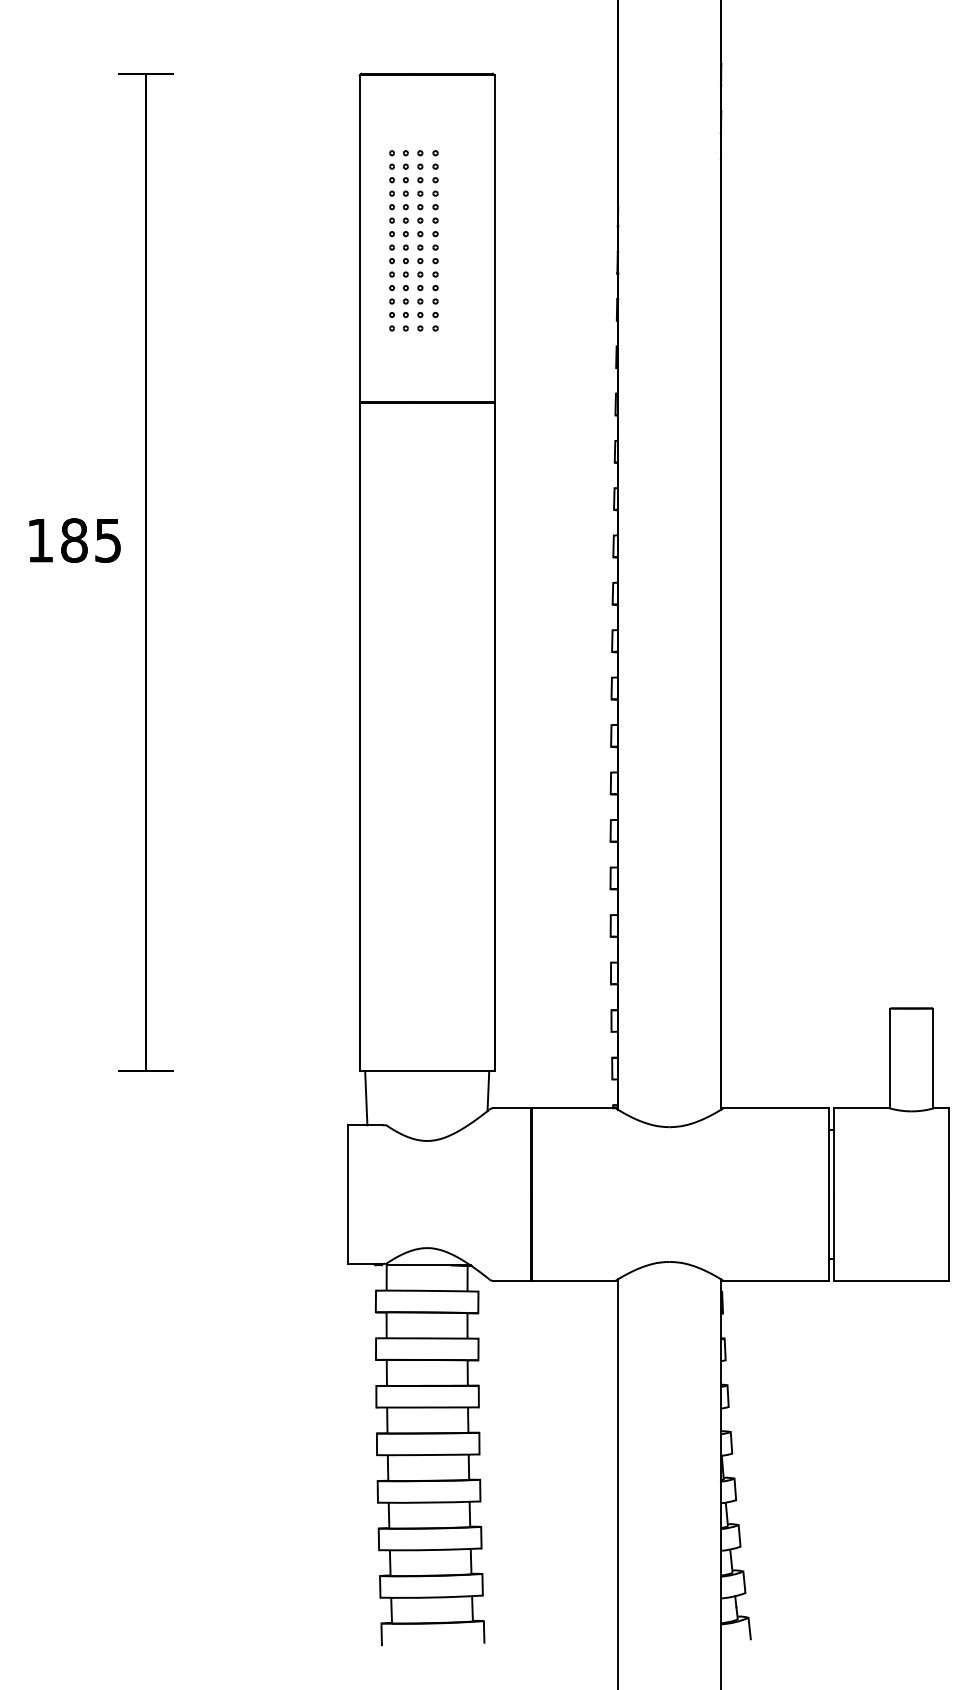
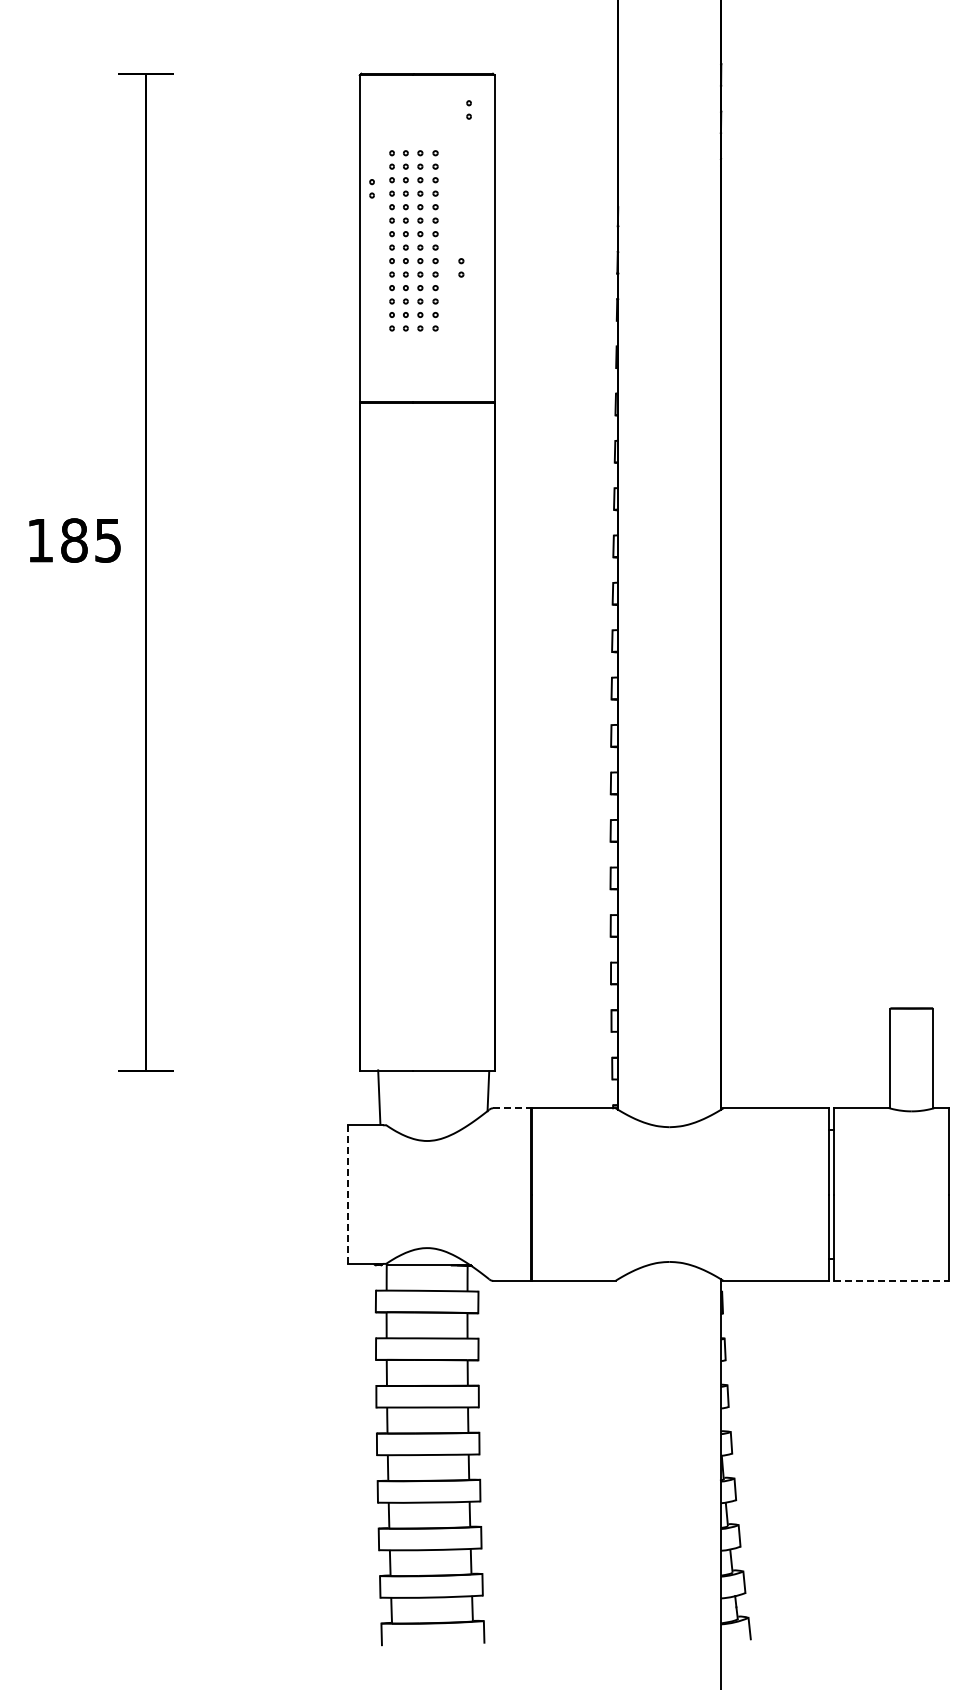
part at (468, 109): none -> present
part at (371, 188): none -> present
part at (461, 267): none -> present
line at (366, 1098) position: (366, 1098) -> (379, 1097)
line at (512, 1108): solid -> dashed
line at (347, 1194): solid -> dashed
line at (891, 1280): solid -> dashed
line at (618, 1482): present -> none
